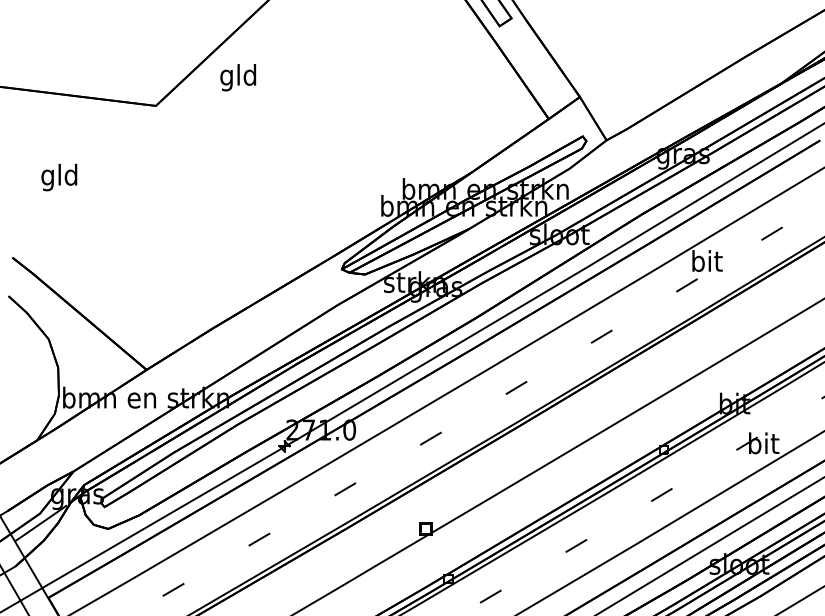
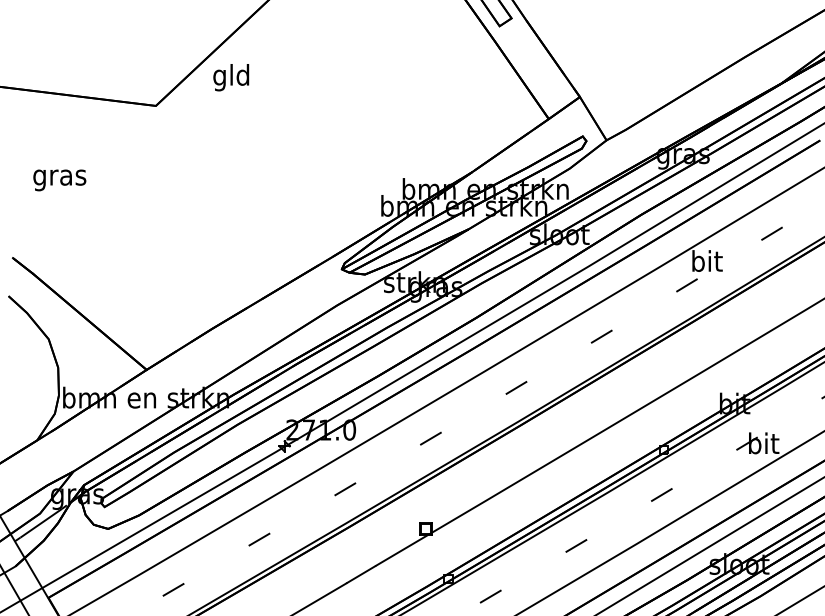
text at (238, 77) position: (238, 77) -> (231, 77)
text at (59, 177): gld -> gras
